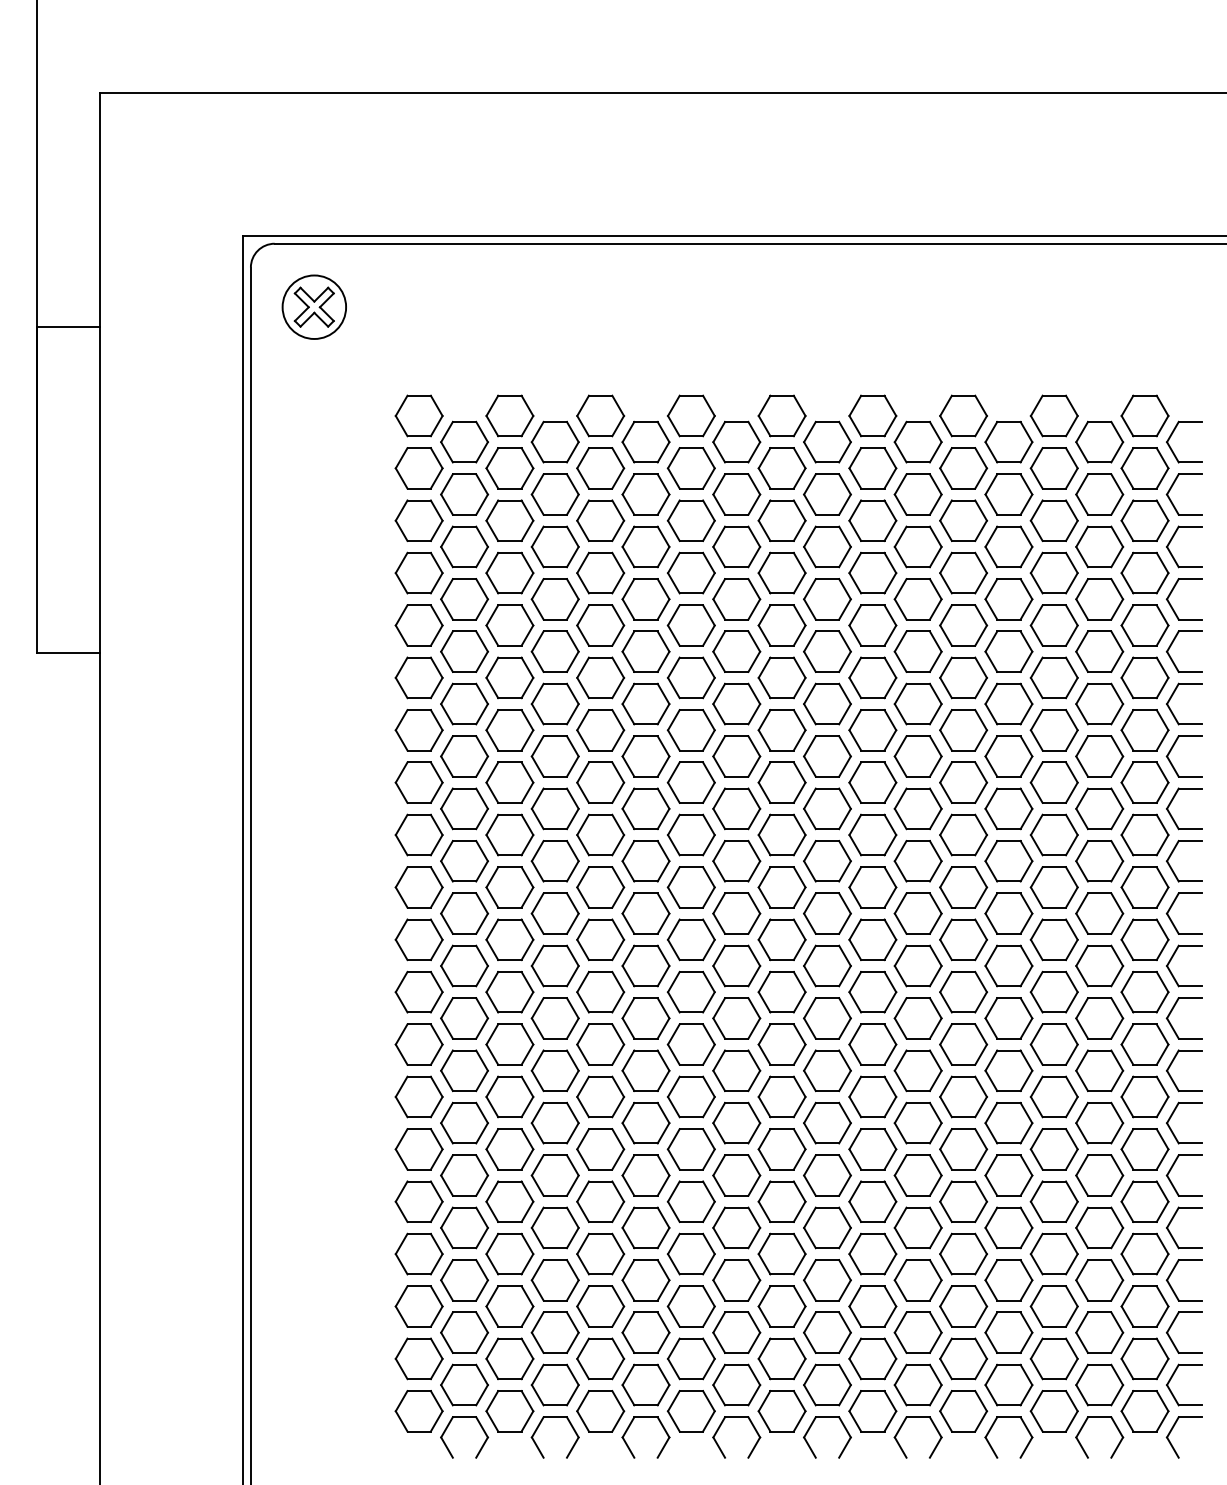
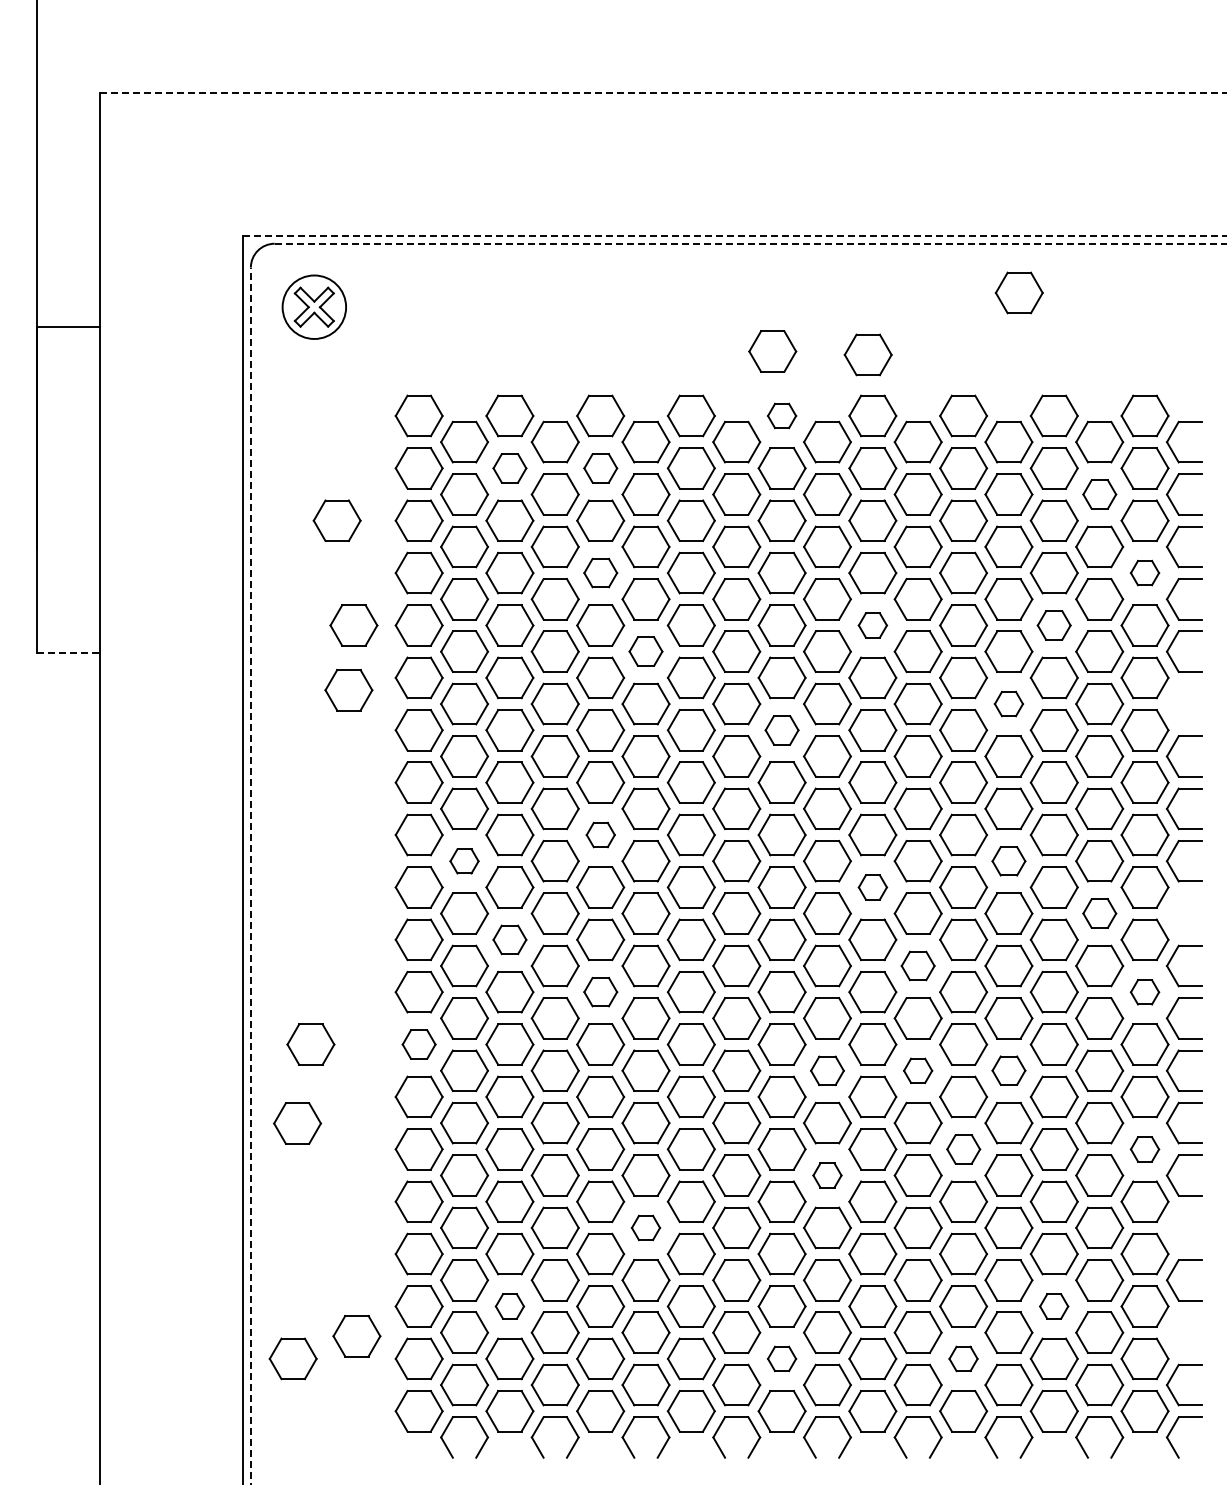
line at (662, 92): solid -> dashed
line at (734, 235): solid -> dashed
line at (751, 243): solid -> dashed
part at (1018, 292): none -> present
part at (772, 351): none -> present
part at (867, 354): none -> present
part at (781, 415) size: 50x44 px -> 31x28 px
part at (509, 468) size: 50x43 px -> 36x31 px
part at (600, 468) size: 50x43 px -> 36x31 px
part at (1099, 494) size: 50x43 px -> 36x31 px
part at (336, 520): none -> present
part at (600, 572) size: 50x44 px -> 36x32 px
part at (1144, 572) size: 50x44 px -> 32x28 px
part at (353, 625): none -> present
part at (872, 625) size: 50x43 px -> 32x27 px
part at (1053, 625) size: 50x43 px -> 36x31 px
part at (645, 651) size: 50x43 px -> 36x31 px
line at (68, 652): solid -> dashed
part at (348, 690): none -> present
part at (1173, 695): present -> none
part at (1008, 703) size: 50x44 px -> 31x28 px
part at (781, 730) size: 50x43 px -> 36x31 px
part at (600, 834) size: 50x44 px -> 31x28 px
part at (464, 861) size: 49x43 px -> 31x27 px
part at (1008, 861) size: 50x43 px -> 36x31 px
line at (250, 875): solid -> dashed
part at (872, 887) size: 50x43 px -> 32x27 px
part at (1171, 908): present -> none
part at (1099, 913) size: 50x43 px -> 36x31 px
part at (509, 939) size: 50x44 px -> 36x32 px
part at (917, 965) size: 50x44 px -> 36x32 px
part at (600, 991) size: 50x44 px -> 36x32 px
part at (1144, 992) size: 50x43 px -> 32x27 px
part at (310, 1044): none -> present
part at (418, 1044) size: 50x43 px -> 36x31 px
part at (827, 1070) size: 49x44 px -> 35x31 px
part at (917, 1070) size: 50x44 px -> 31x28 px
part at (1008, 1070) size: 50x43 px -> 36x31 px
part at (297, 1123): none -> present
part at (963, 1149) size: 50x43 px -> 36x31 px
part at (1144, 1149) size: 50x43 px -> 32x27 px
part at (827, 1175) size: 49x43 px -> 31x27 px
part at (1172, 1220): present -> none
part at (645, 1227) size: 50x44 px -> 32x28 px
part at (509, 1306) size: 50x43 px -> 32x27 px
part at (1053, 1306) size: 50x43 px -> 31x27 px
part at (1171, 1327): present -> none
part at (356, 1336): none -> present
part at (292, 1358): none -> present
part at (781, 1358) size: 50x44 px -> 31x28 px
part at (963, 1358) size: 49x44 px -> 31x28 px
